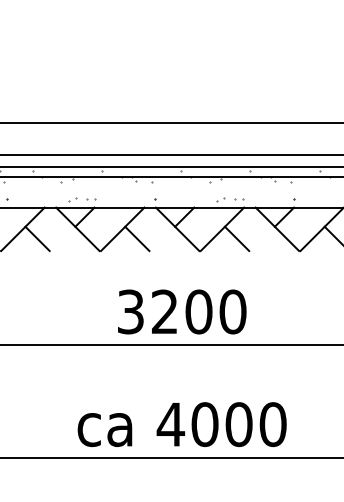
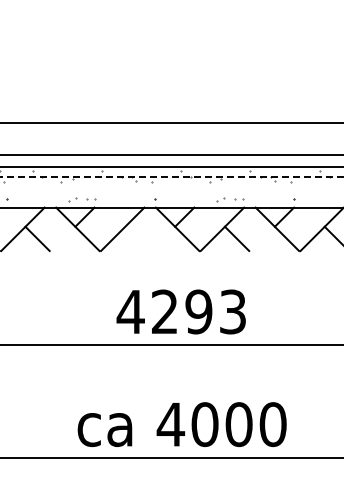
line at (171, 176): solid -> dashed
line at (137, 238): present -> none
text at (181, 311): 3200 -> 4293
